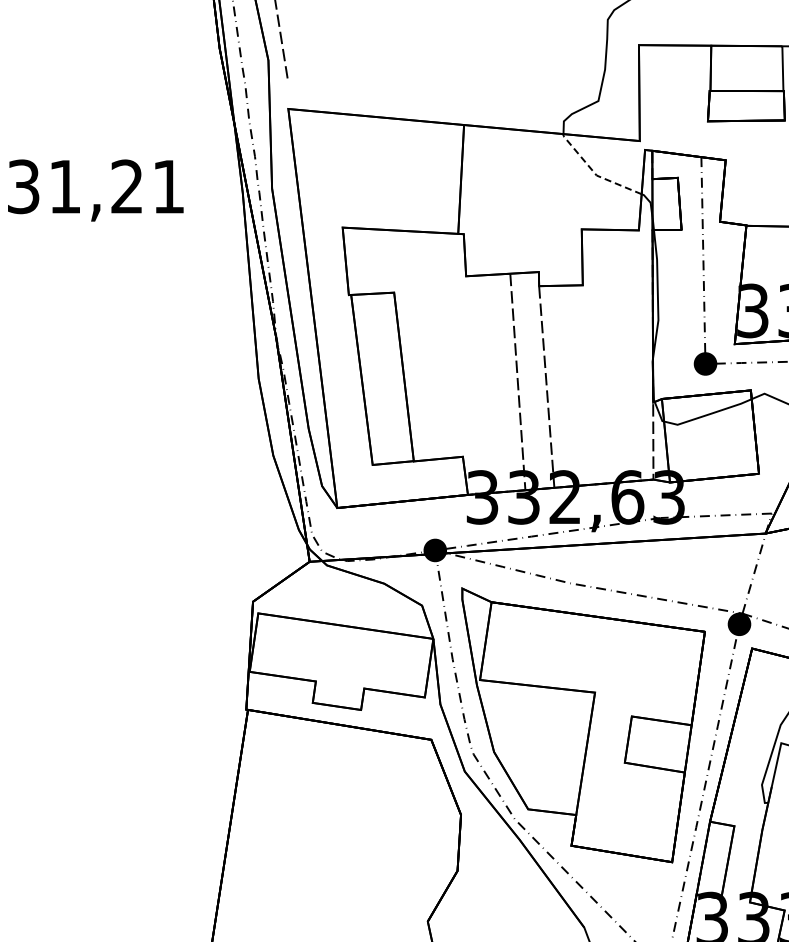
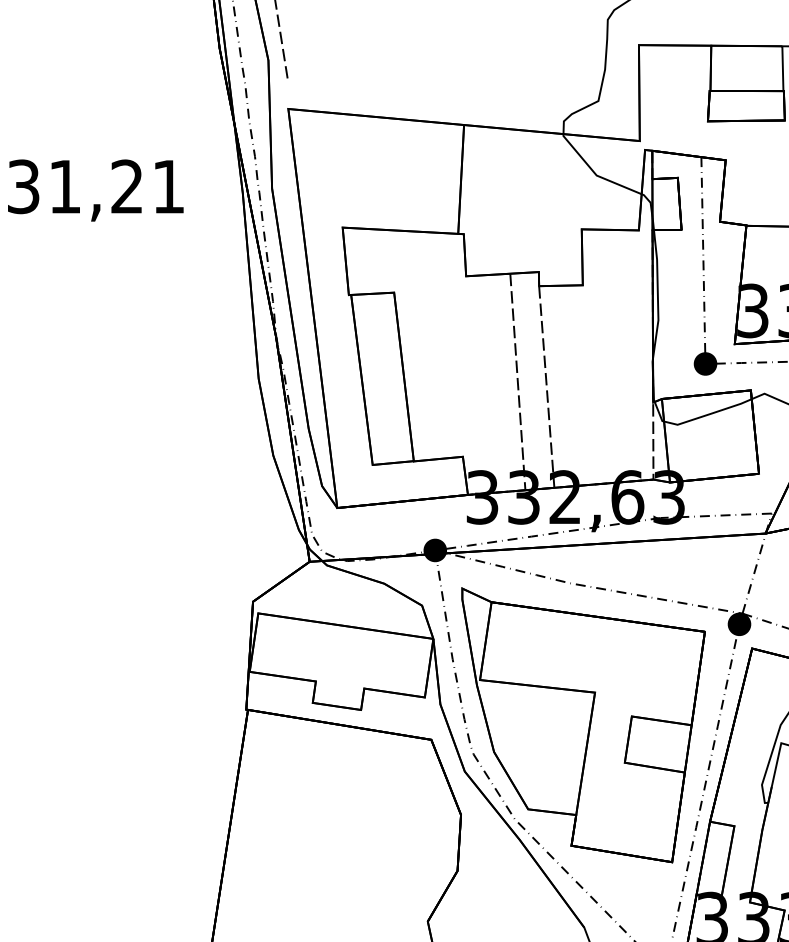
line at (594, 173): dashed -> solid
